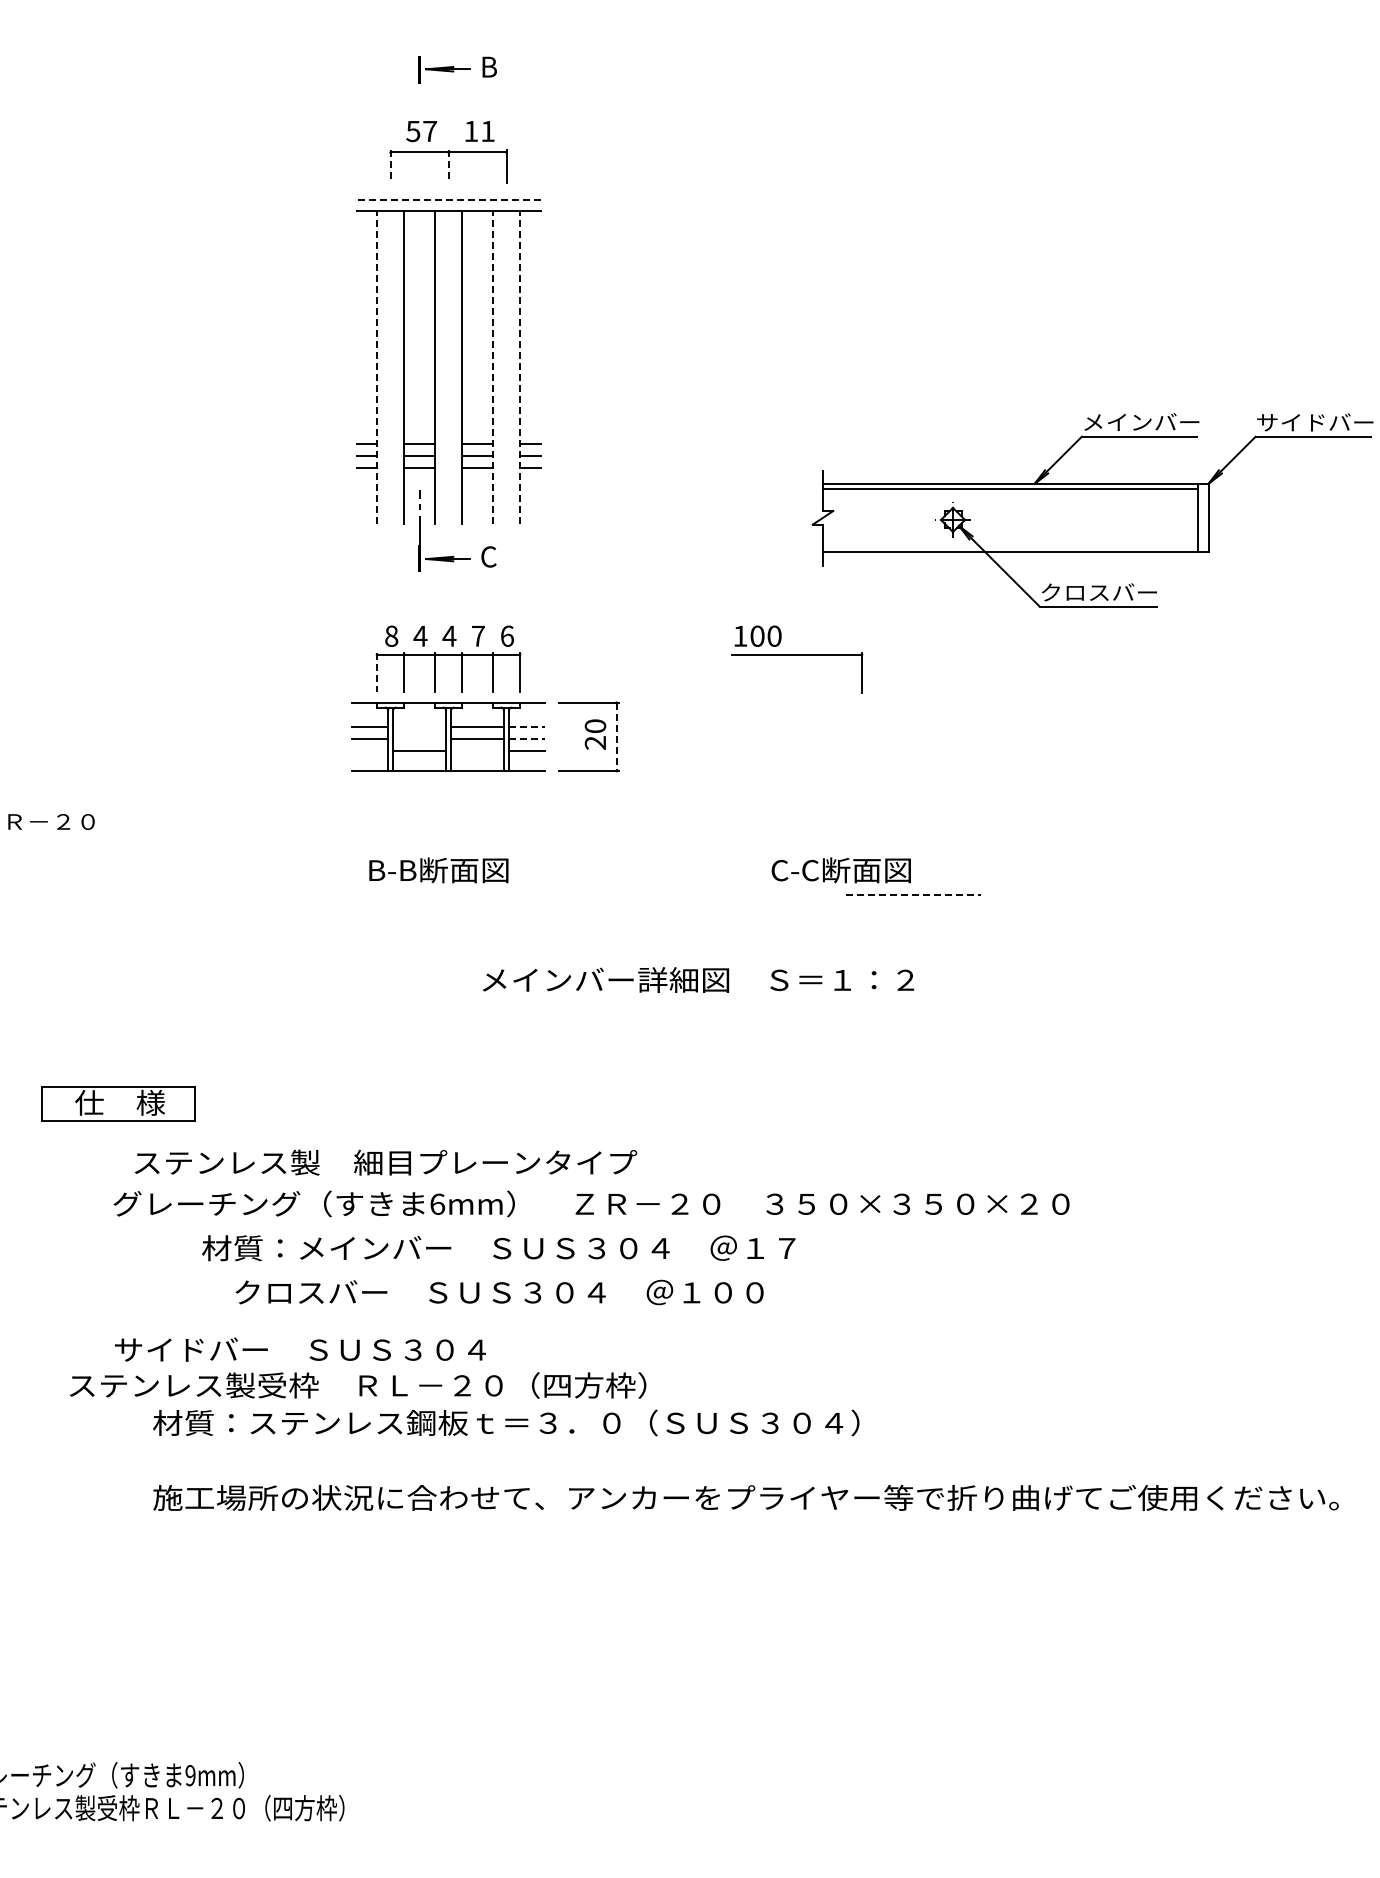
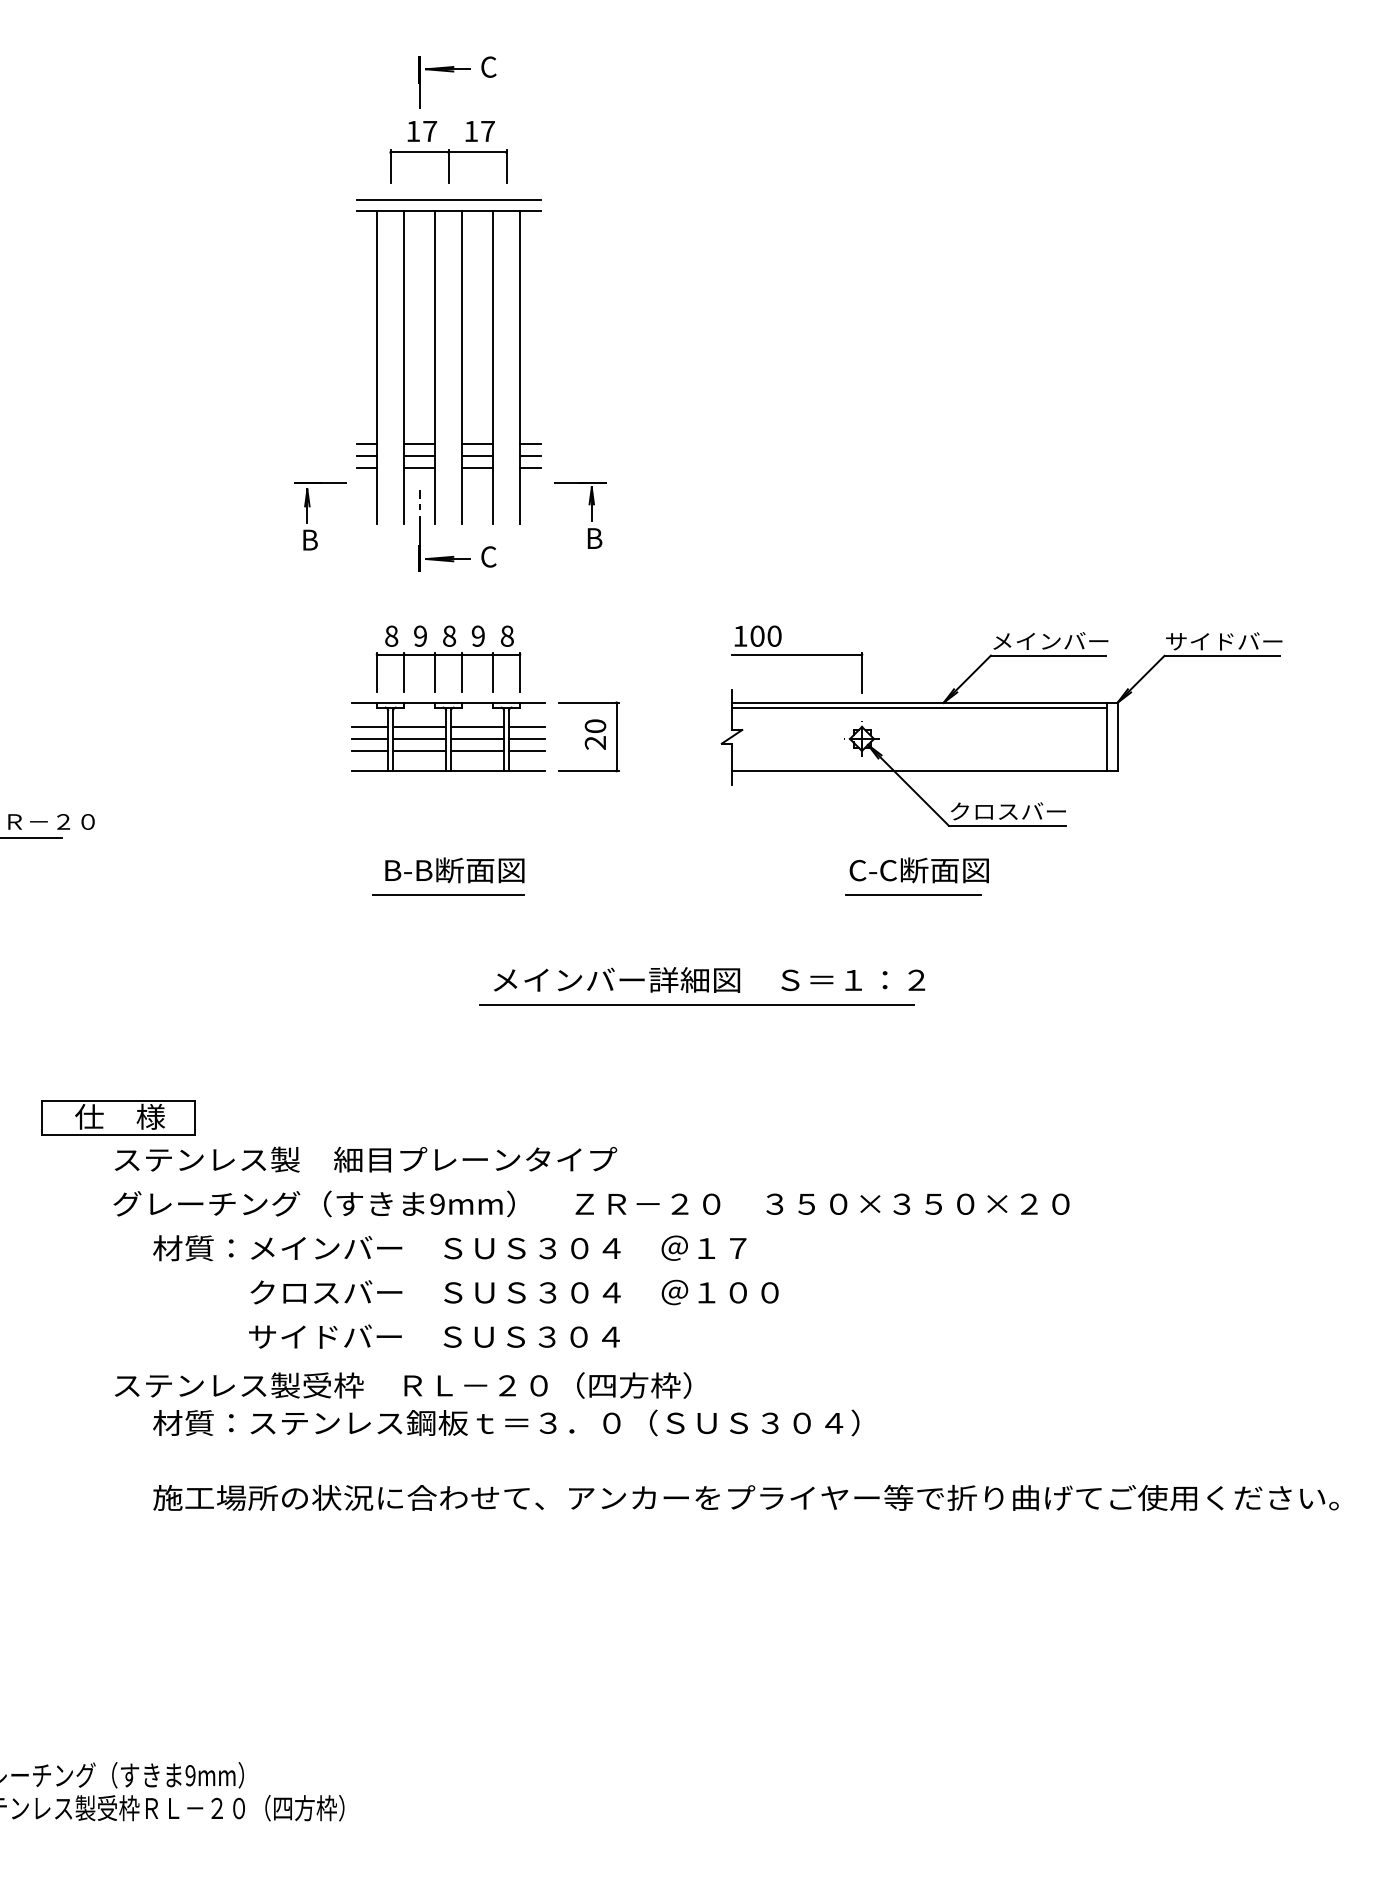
text at (488, 66): B -> C
line at (419, 96): none -> present
text at (413, 131): 57 -> 17
text at (487, 131): 11 -> 17
line at (390, 167): dashed -> solid
line at (448, 167): dashed -> solid
line at (448, 200): dashed -> solid
line at (377, 367): dashed -> solid
line at (492, 367): dashed -> solid
line at (520, 367): dashed -> solid
part at (1092, 510) position: (1092, 510) -> (1001, 729)
part at (591, 515): none -> present
part at (307, 516): none -> present
text at (420, 635): 4 -> 9
text at (449, 635): 4 -> 8
text at (477, 635): 7 -> 9
text at (506, 635): 6 -> 8
line at (377, 672): dashed -> solid
line at (419, 726): none -> present
line at (527, 726): dashed -> solid
line at (616, 737): dashed -> solid
line at (419, 738): none -> present
line at (527, 738): dashed -> solid
line at (370, 750): none -> present
line at (477, 750): none -> present
line at (32, 838): none -> present
text at (438, 870) position: (438, 870) -> (454, 870)
text at (840, 870) position: (840, 870) -> (918, 870)
line at (448, 895): none -> present
line at (913, 895): dashed -> solid
text at (698, 979) position: (698, 979) -> (709, 979)
line at (696, 1004): none -> present
part at (118, 1103) position: (118, 1103) -> (118, 1117)
text at (385, 1162) position: (385, 1162) -> (365, 1159)
text at (437, 1203): 6mm -> 9mm
text at (498, 1248) position: (498, 1248) -> (449, 1248)
text at (499, 1292) position: (499, 1292) -> (514, 1292)
text at (300, 1349) position: (300, 1349) -> (434, 1336)
text at (358, 1385) position: (358, 1385) -> (403, 1385)
